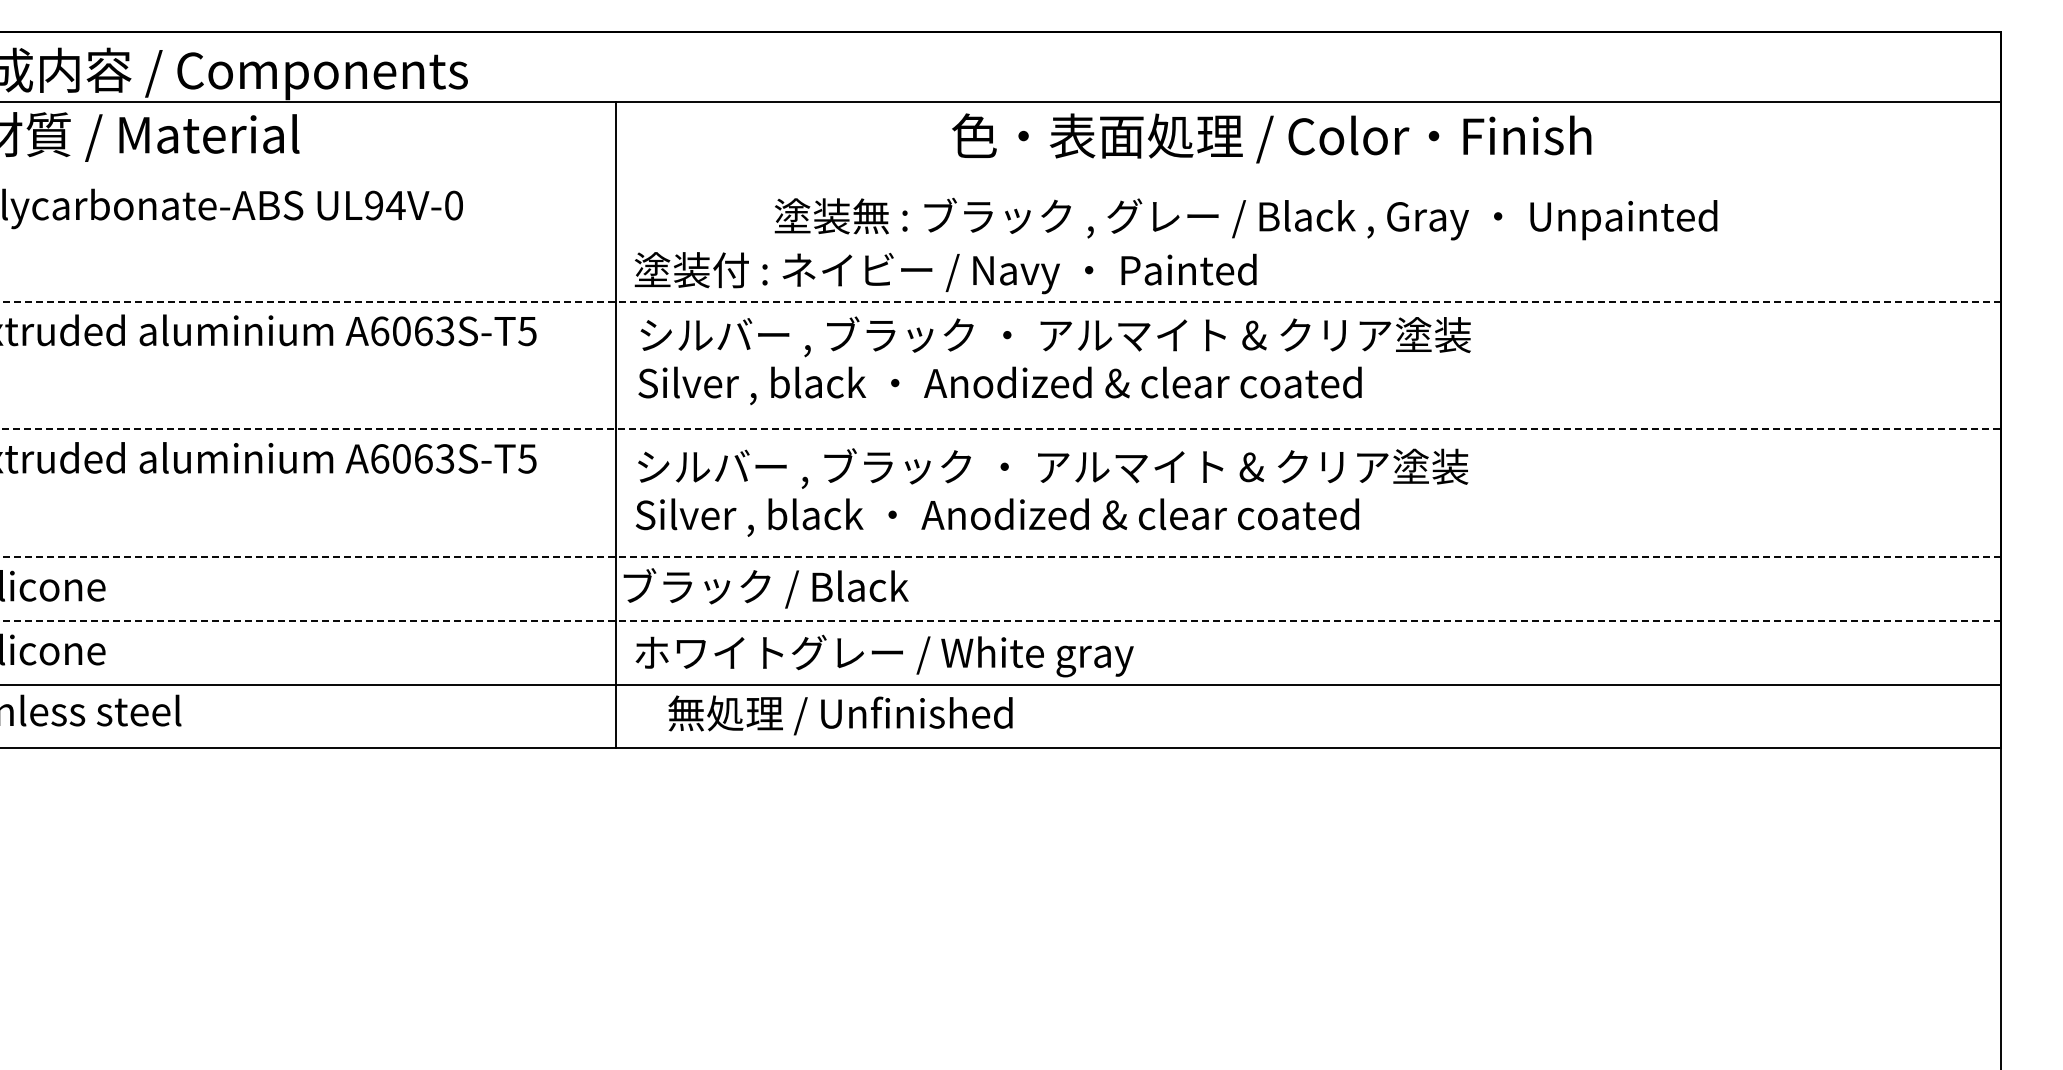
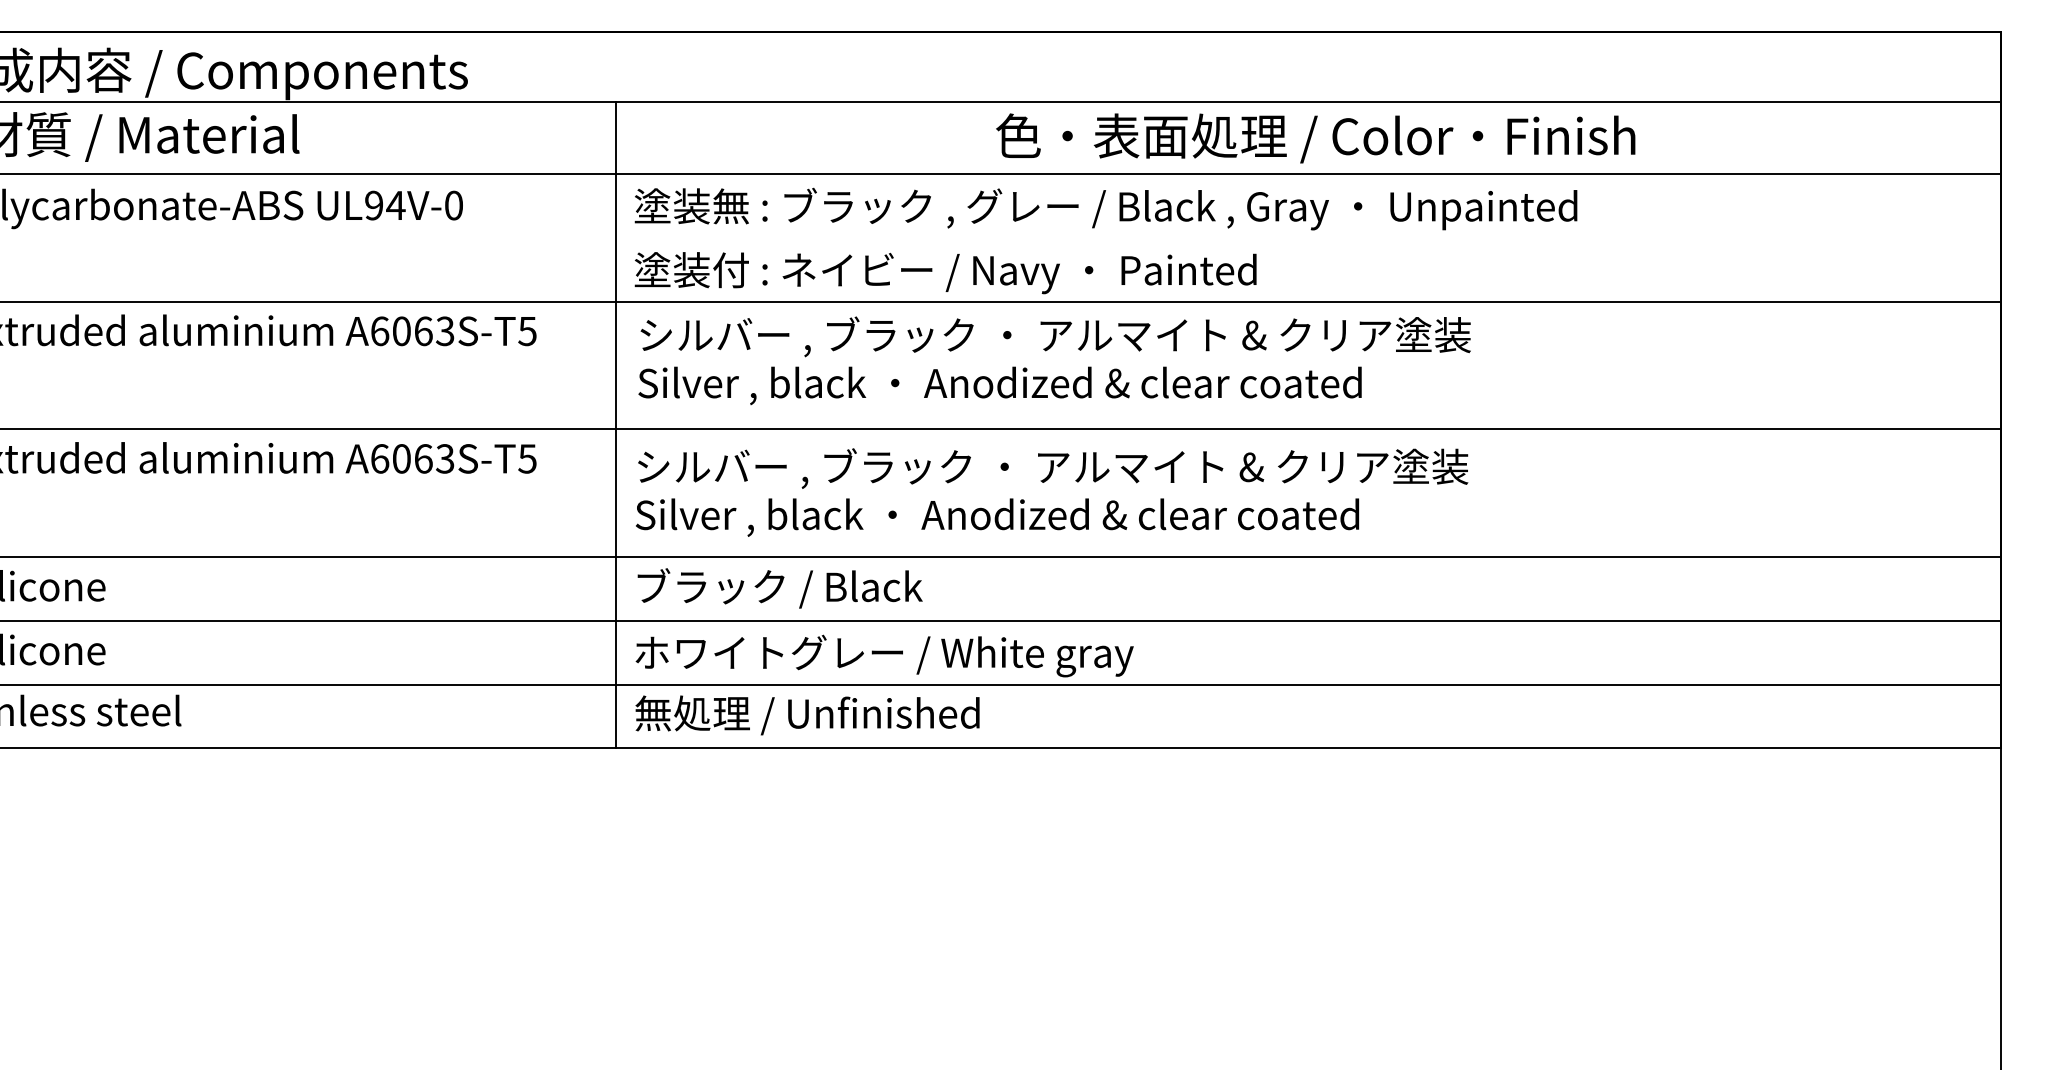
text at (1271, 138) position: (1271, 138) -> (1315, 138)
line at (1001, 174): none -> present
text at (1245, 218) position: (1245, 218) -> (1105, 208)
line at (1000, 301): dashed -> solid
line at (1001, 429): dashed -> solid
line at (1000, 556): dashed -> solid
text at (765, 588) position: (765, 588) -> (779, 588)
line at (1000, 620): dashed -> solid
text at (840, 715) position: (840, 715) -> (807, 715)
